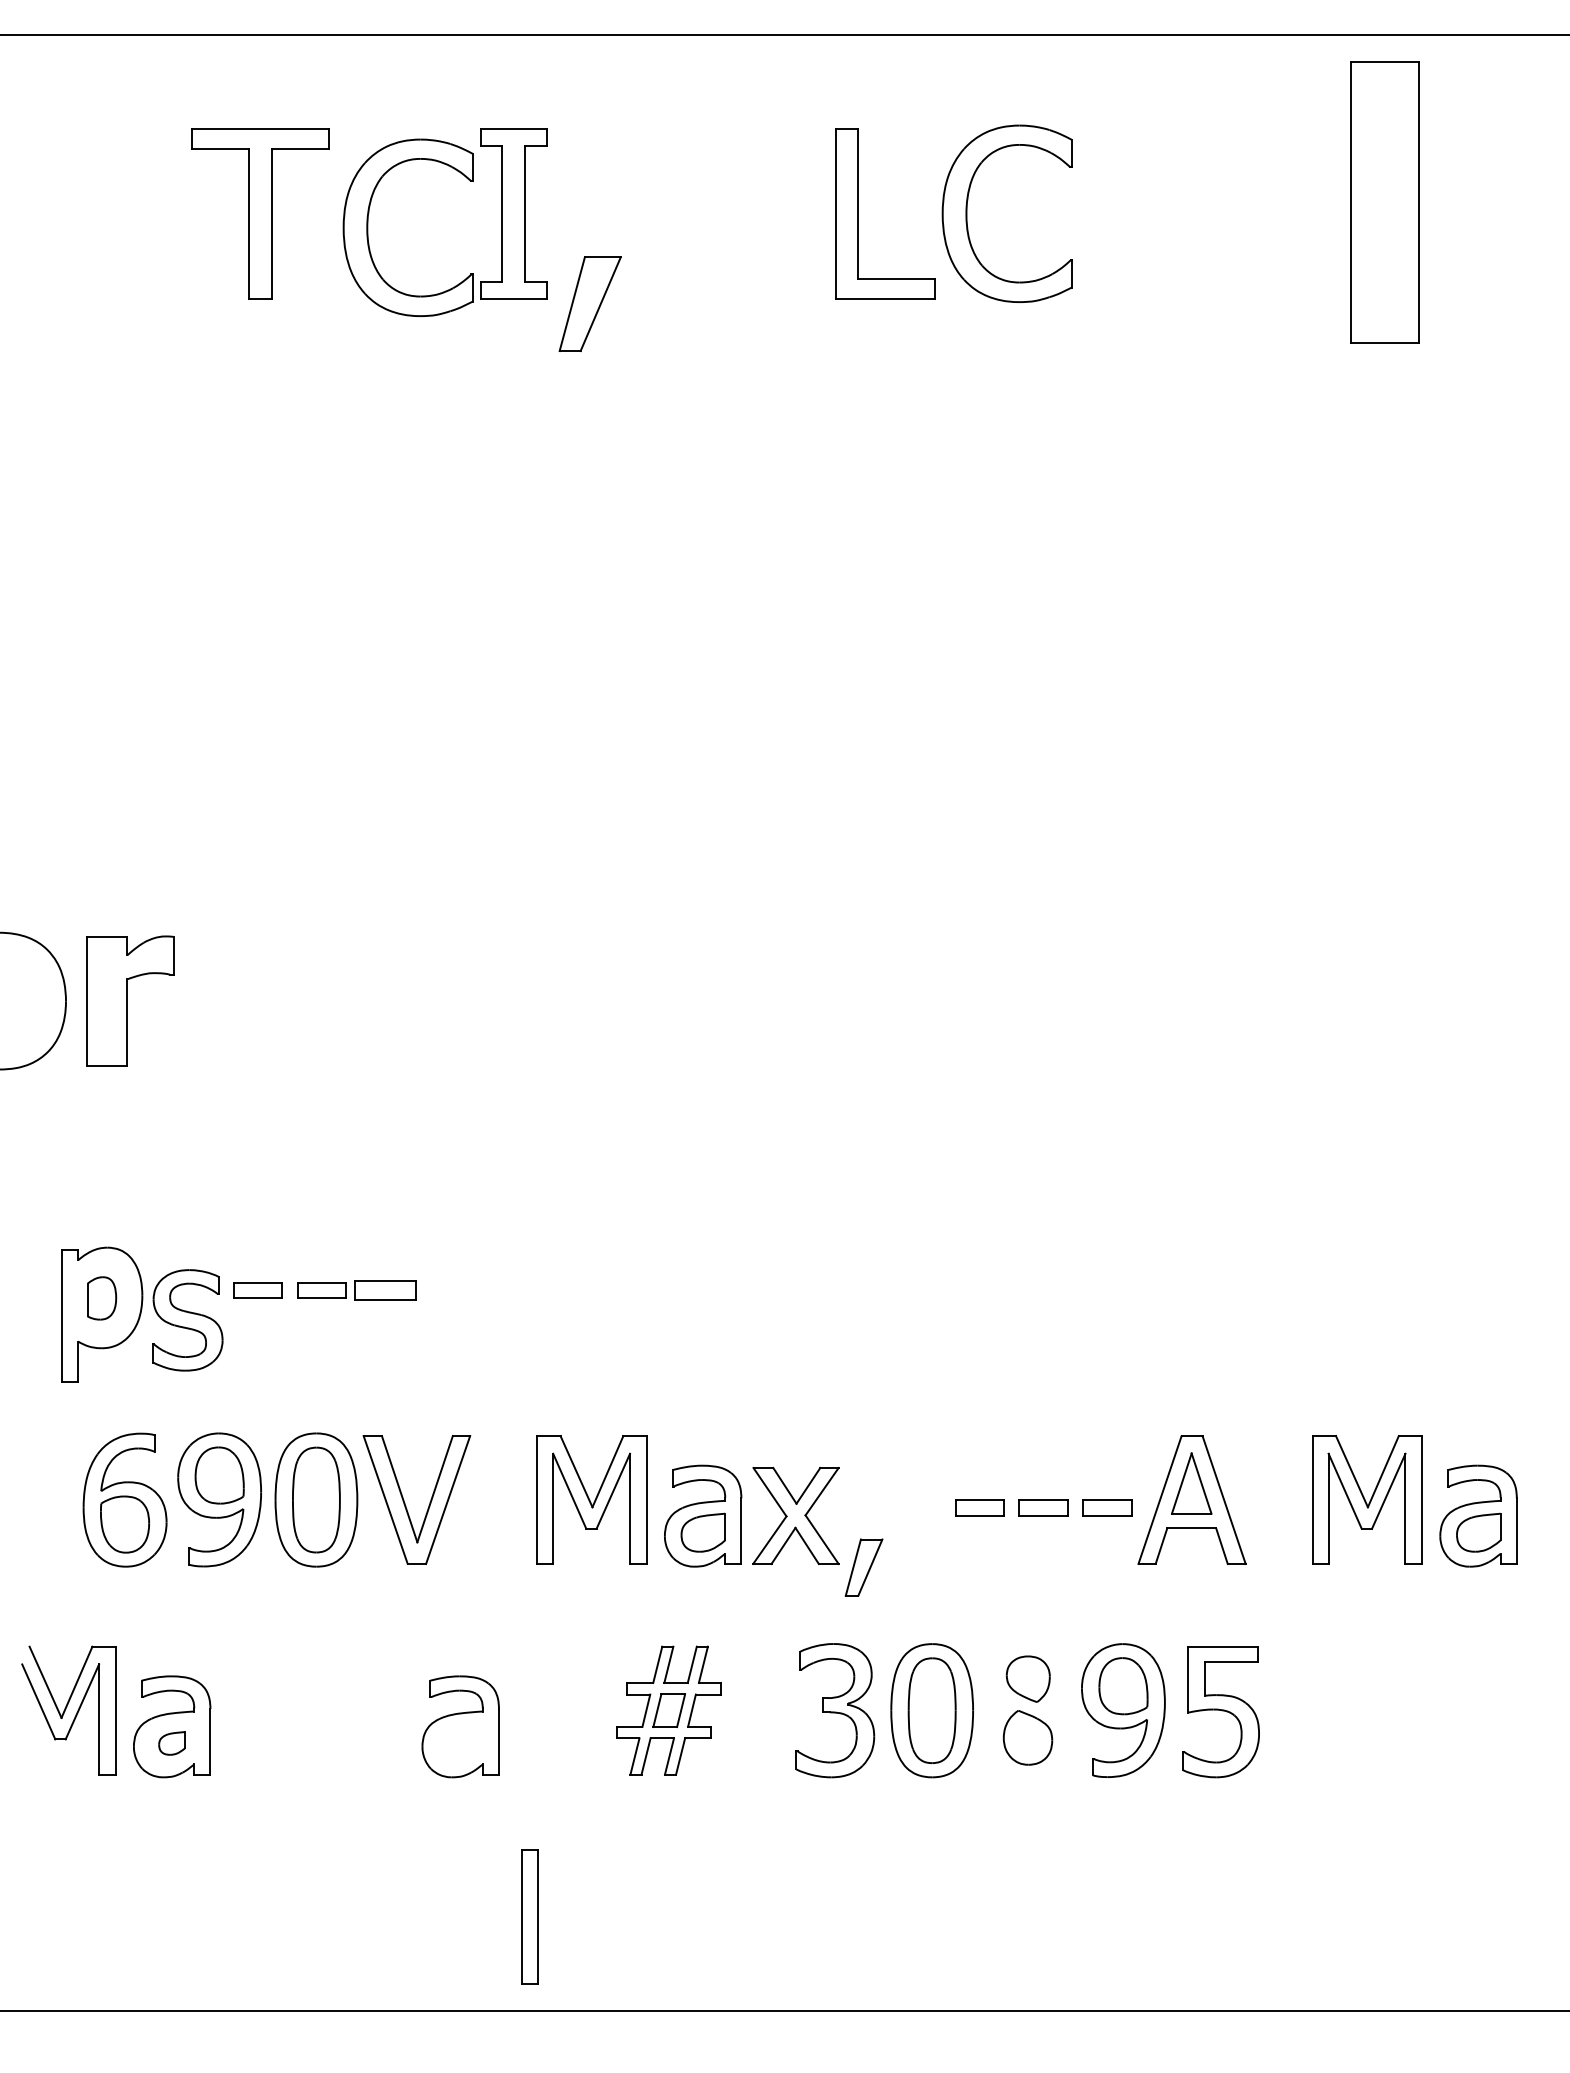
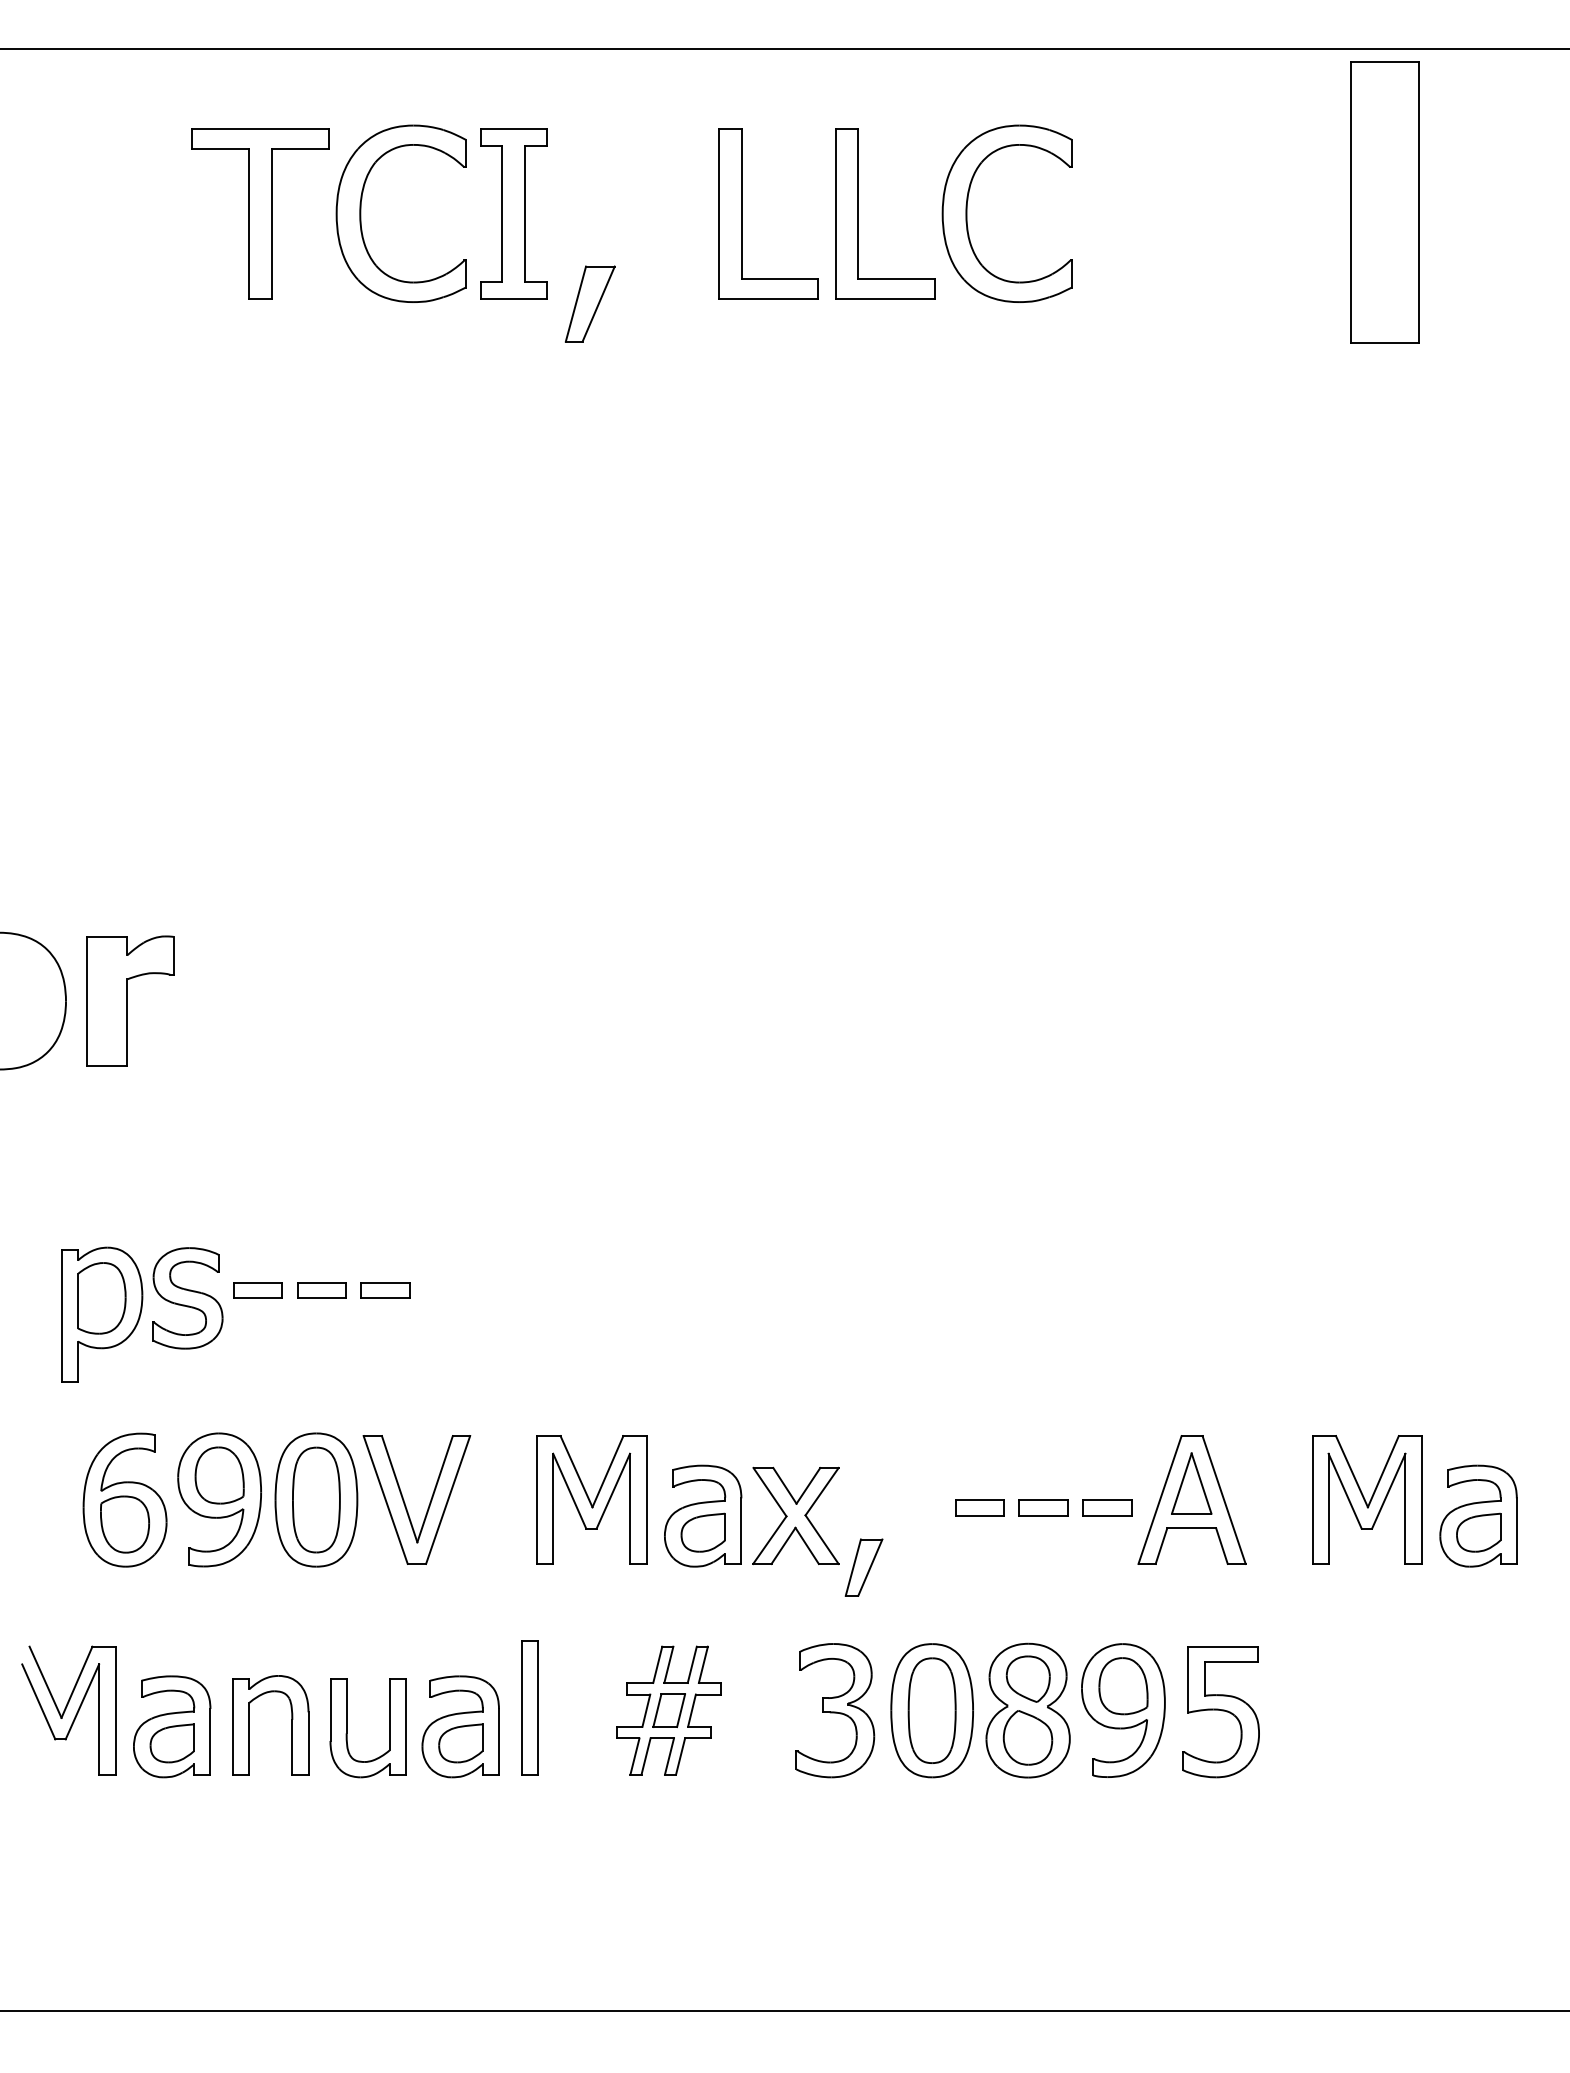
line at (784, 34) position: (784, 34) -> (784, 48)
part at (742, 213): none -> present
part at (368, 227) position: (368, 227) -> (361, 213)
part at (589, 303) size: 64x96 px -> 51x78 px
part at (385, 1290) size: 63x21 px -> 51x17 px
part at (102, 1298) size: 31x45 px -> 50x73 px
part at (187, 1320) position: (187, 1320) -> (187, 1298)
part at (1027, 1710): none -> present
part at (249, 1725): none -> present
part at (347, 1728): none -> present
part at (171, 1743) size: 28x25 px -> 46x41 px
part at (460, 1743): none -> present
part at (529, 1916) position: (529, 1916) -> (529, 1707)
